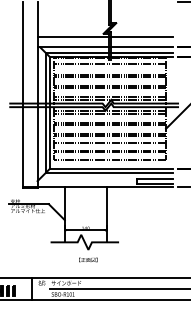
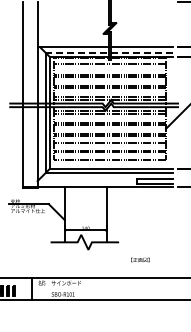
line at (105, 36): present -> none
line at (109, 52): solid -> dashed
text at (88, 259) position: (88, 259) -> (140, 259)
line at (118, 288): present -> none
